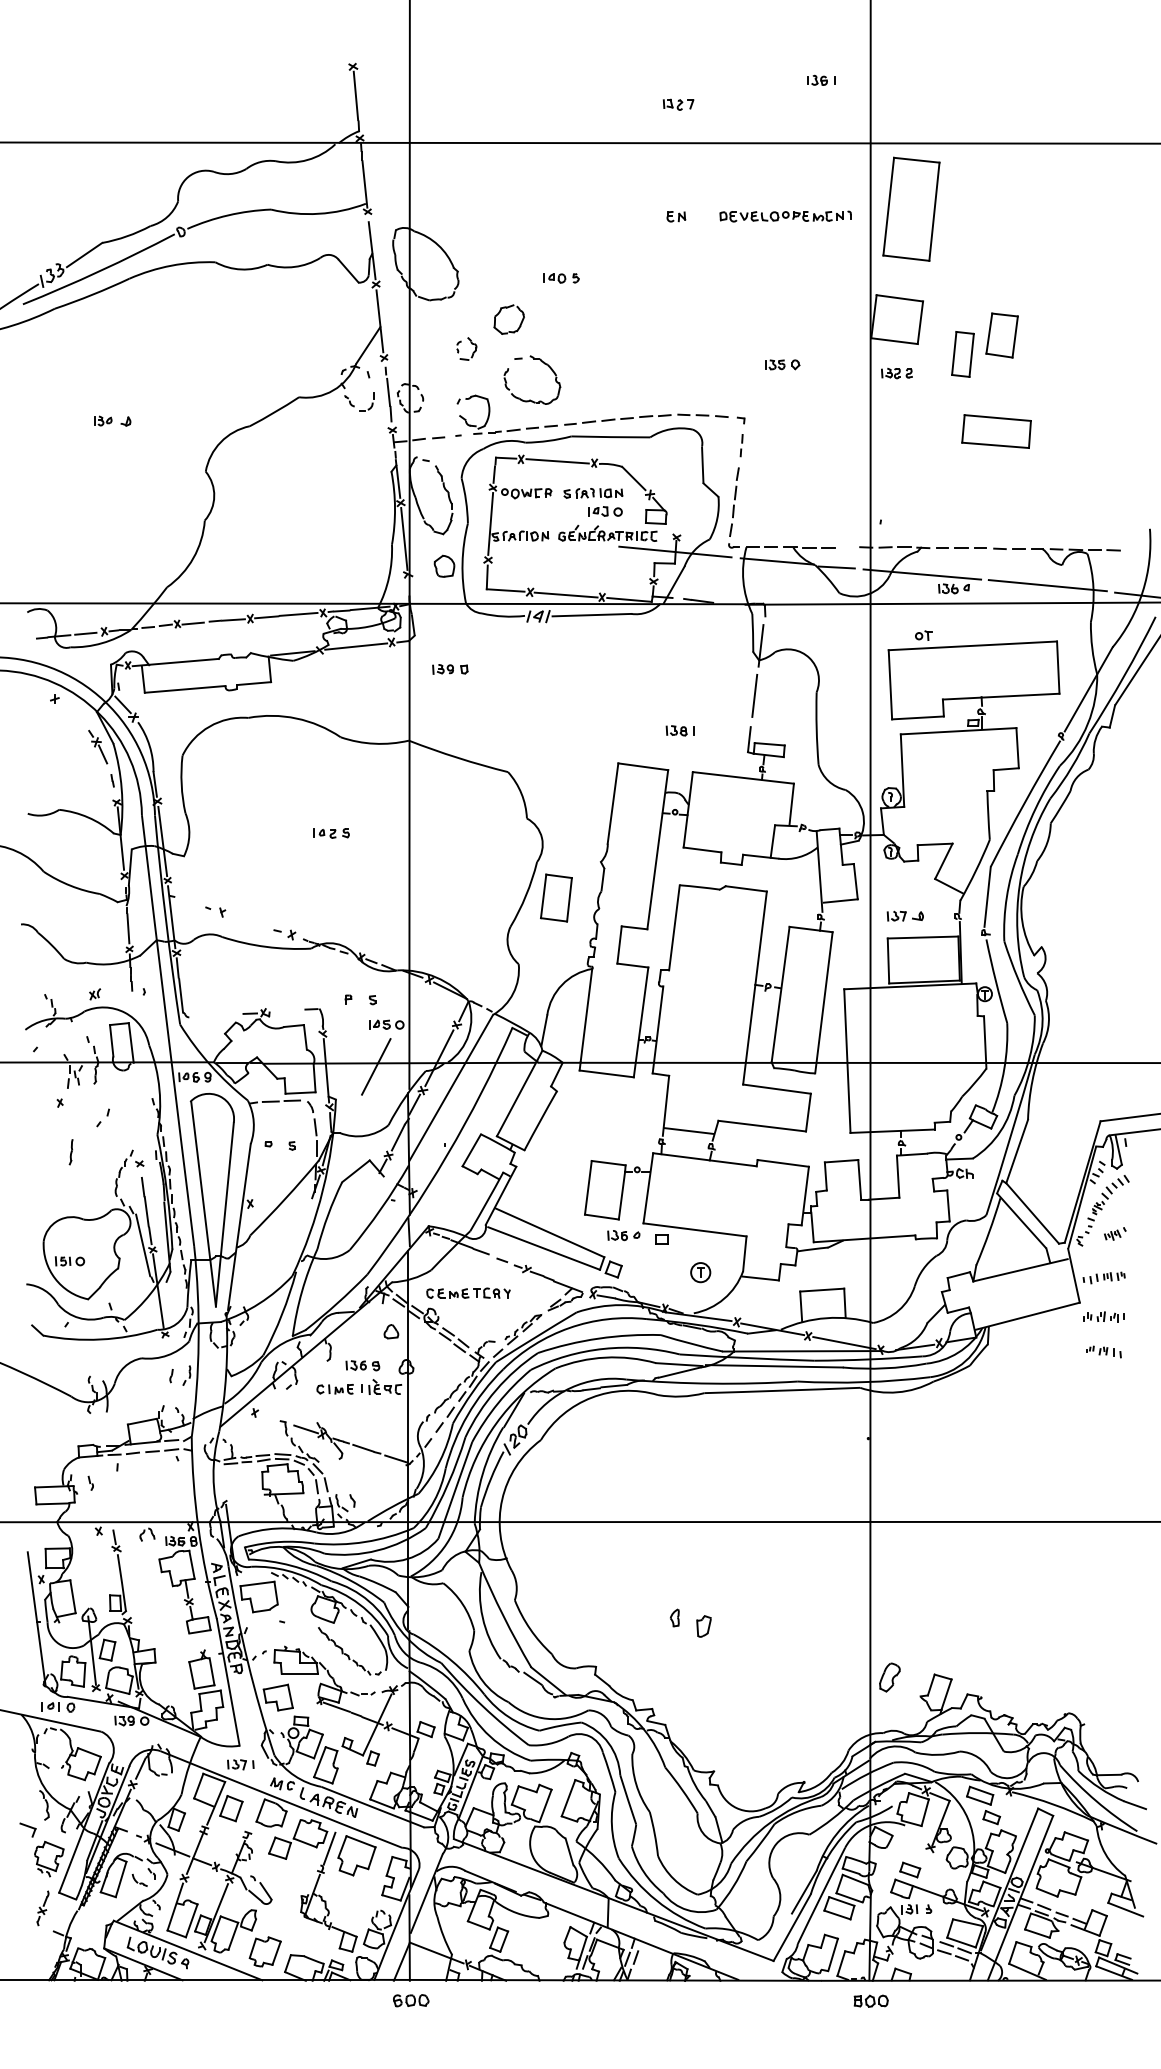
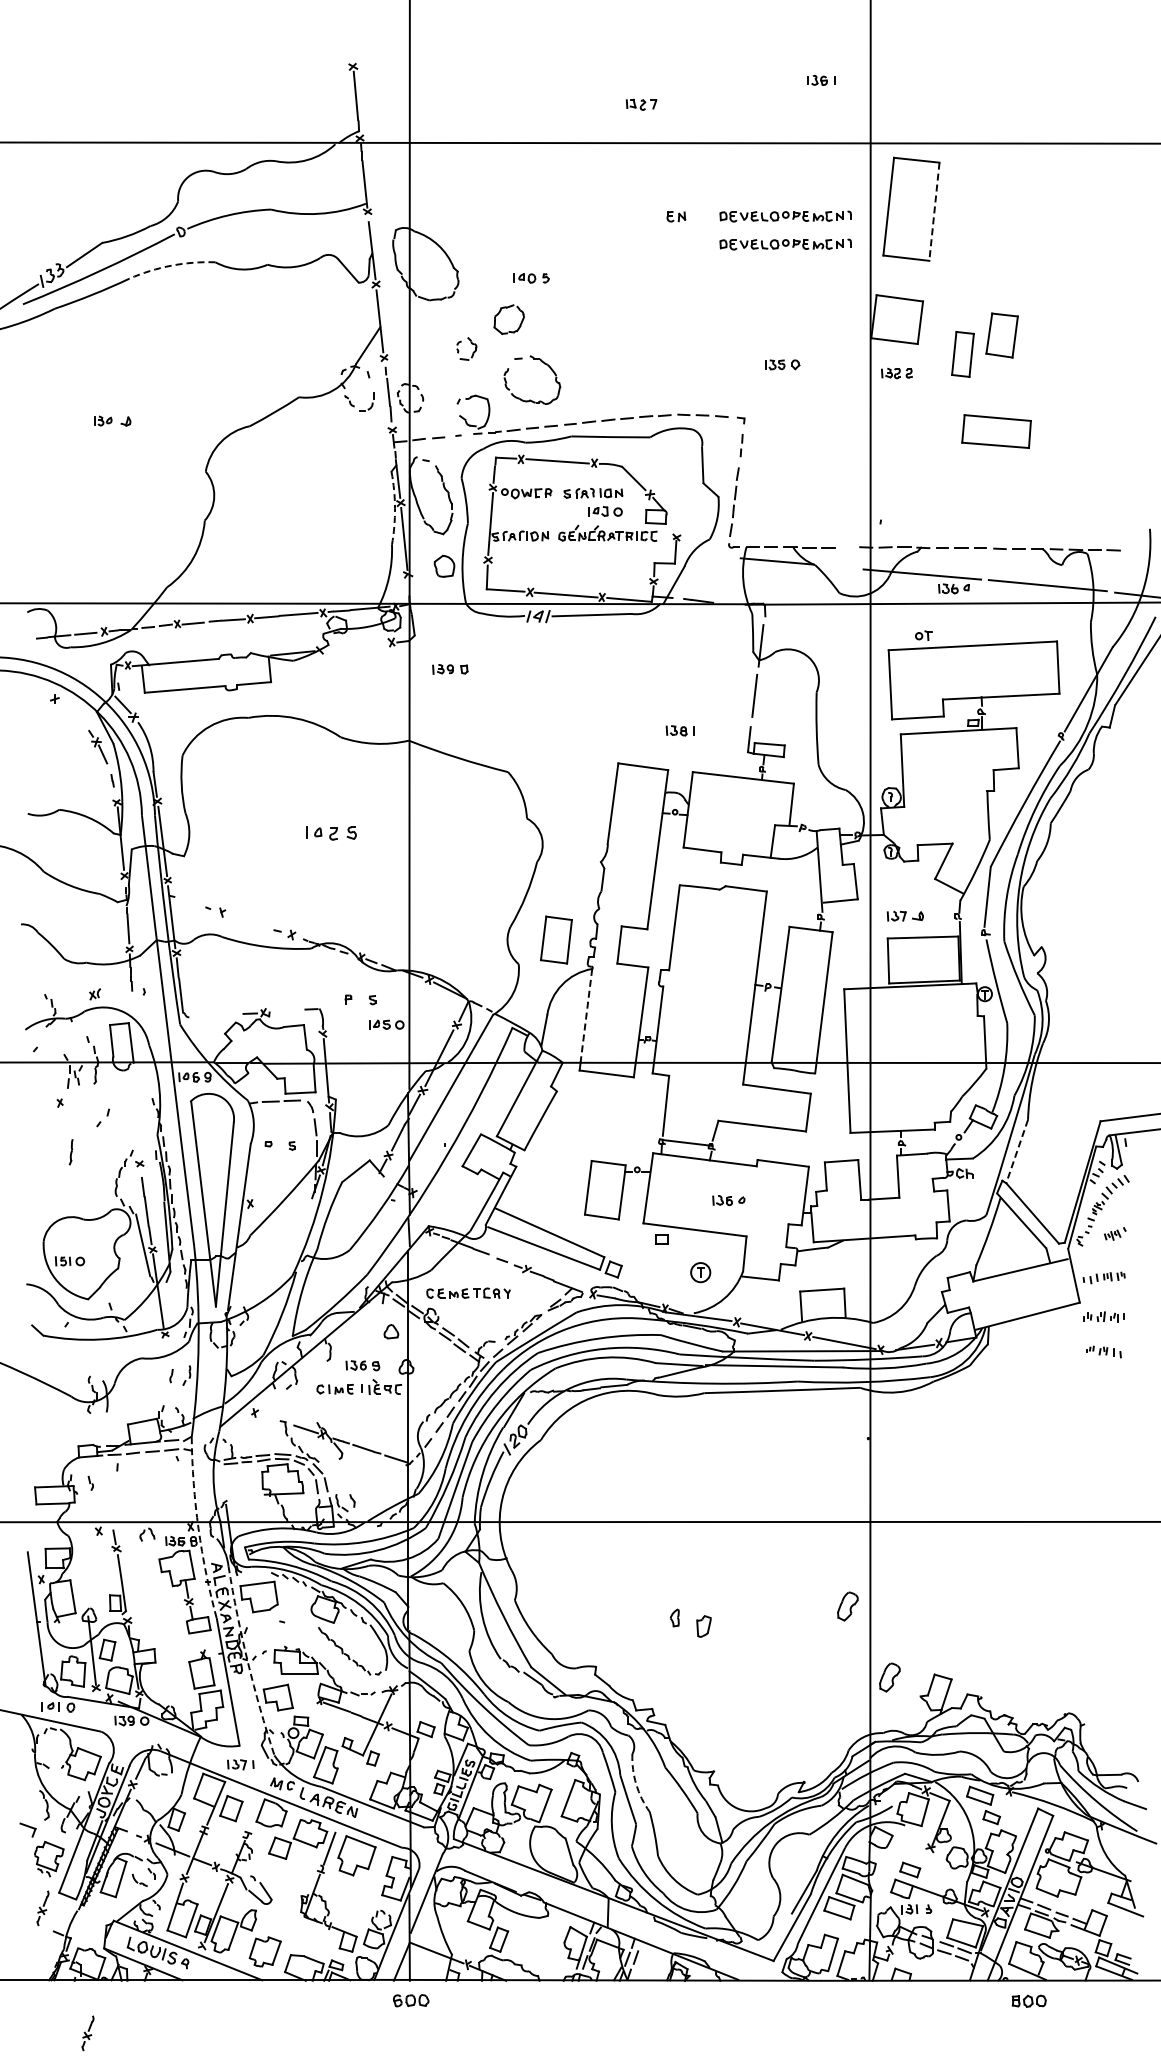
part at (678, 104) position: (678, 104) -> (641, 104)
line at (934, 212): solid -> dashed
part at (785, 244): none -> present
arc at (171, 265): solid -> dashed
part at (561, 278) position: (561, 278) -> (531, 278)
arc at (395, 508): solid -> dashed
line at (675, 551): present -> none
line at (836, 567): present -> none
line at (356, 646): present -> none
part at (331, 833) size: 37x11 px -> 51x15 px
part at (556, 897) position: (556, 897) -> (556, 939)
line at (586, 1016): solid -> dashed
line at (376, 1066): present -> none
line at (688, 1130) position: (688, 1130) -> (687, 1142)
line at (1016, 1152): solid -> dashed
part at (623, 1235) position: (623, 1235) -> (728, 1200)
arc at (198, 1528): solid -> dashed
part at (847, 1606): none -> present
arc at (247, 1661): solid -> dashed
arc at (636, 1784): solid -> dashed
part at (870, 2000) position: (870, 2000) -> (1028, 2000)
part at (87, 2033): none -> present
